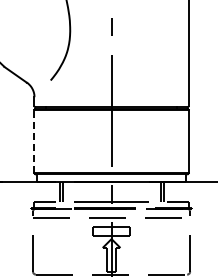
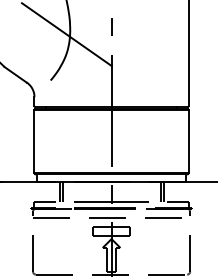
line at (66, 34): none -> present
line at (34, 141): dashed -> solid
